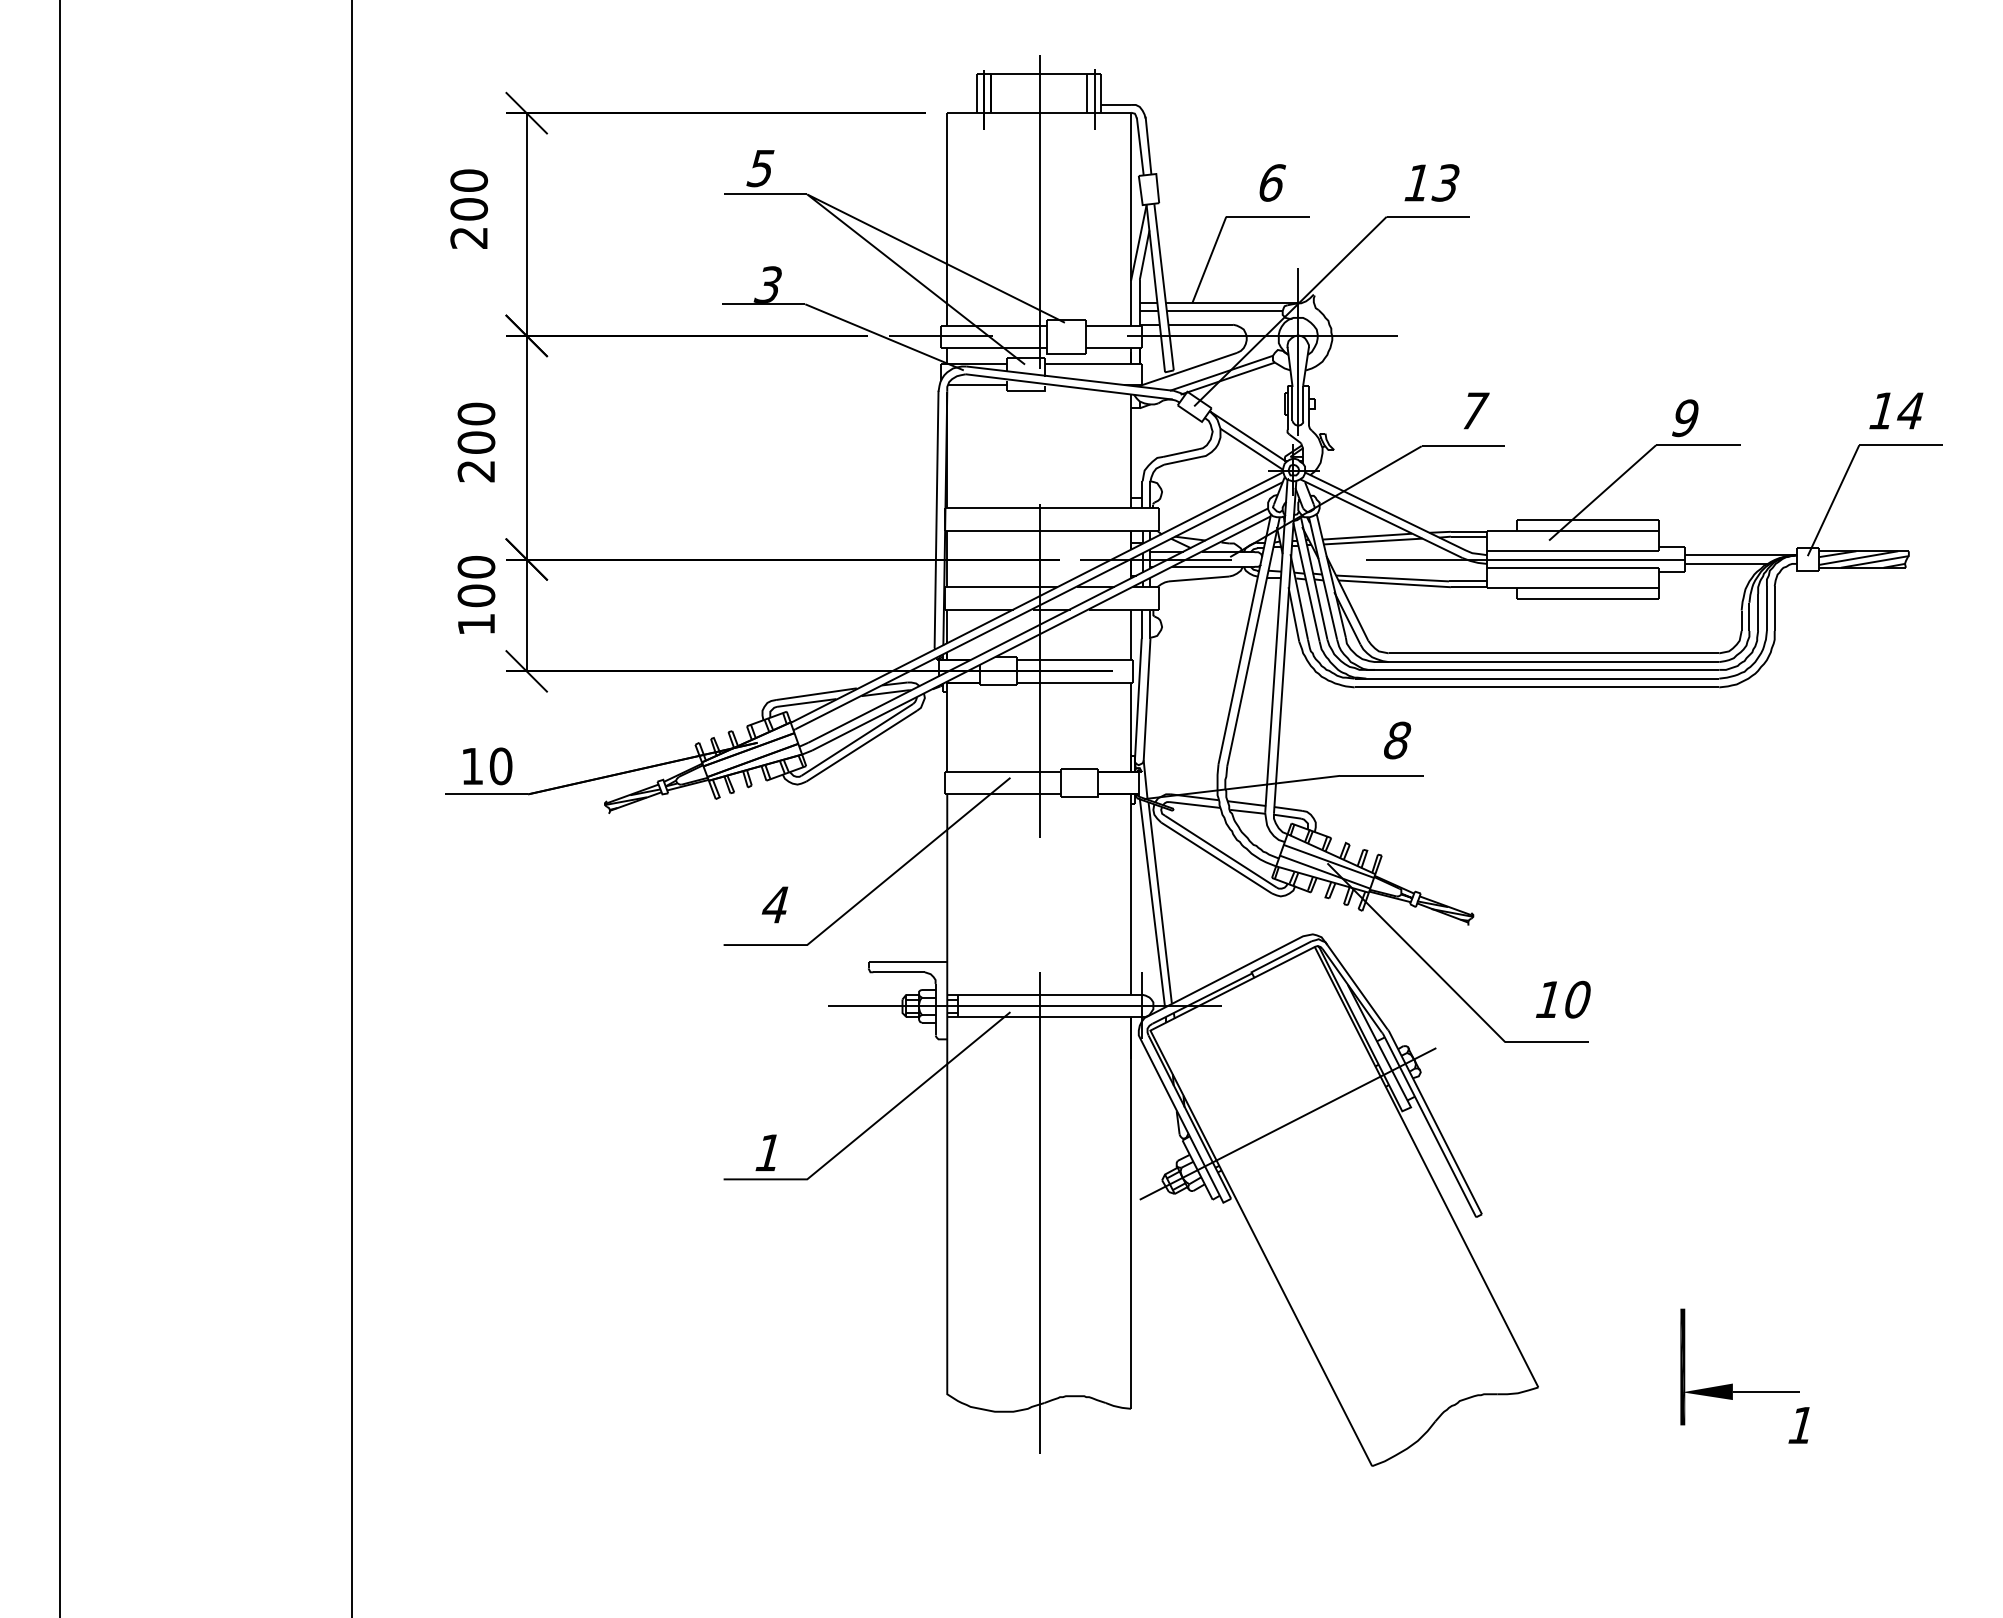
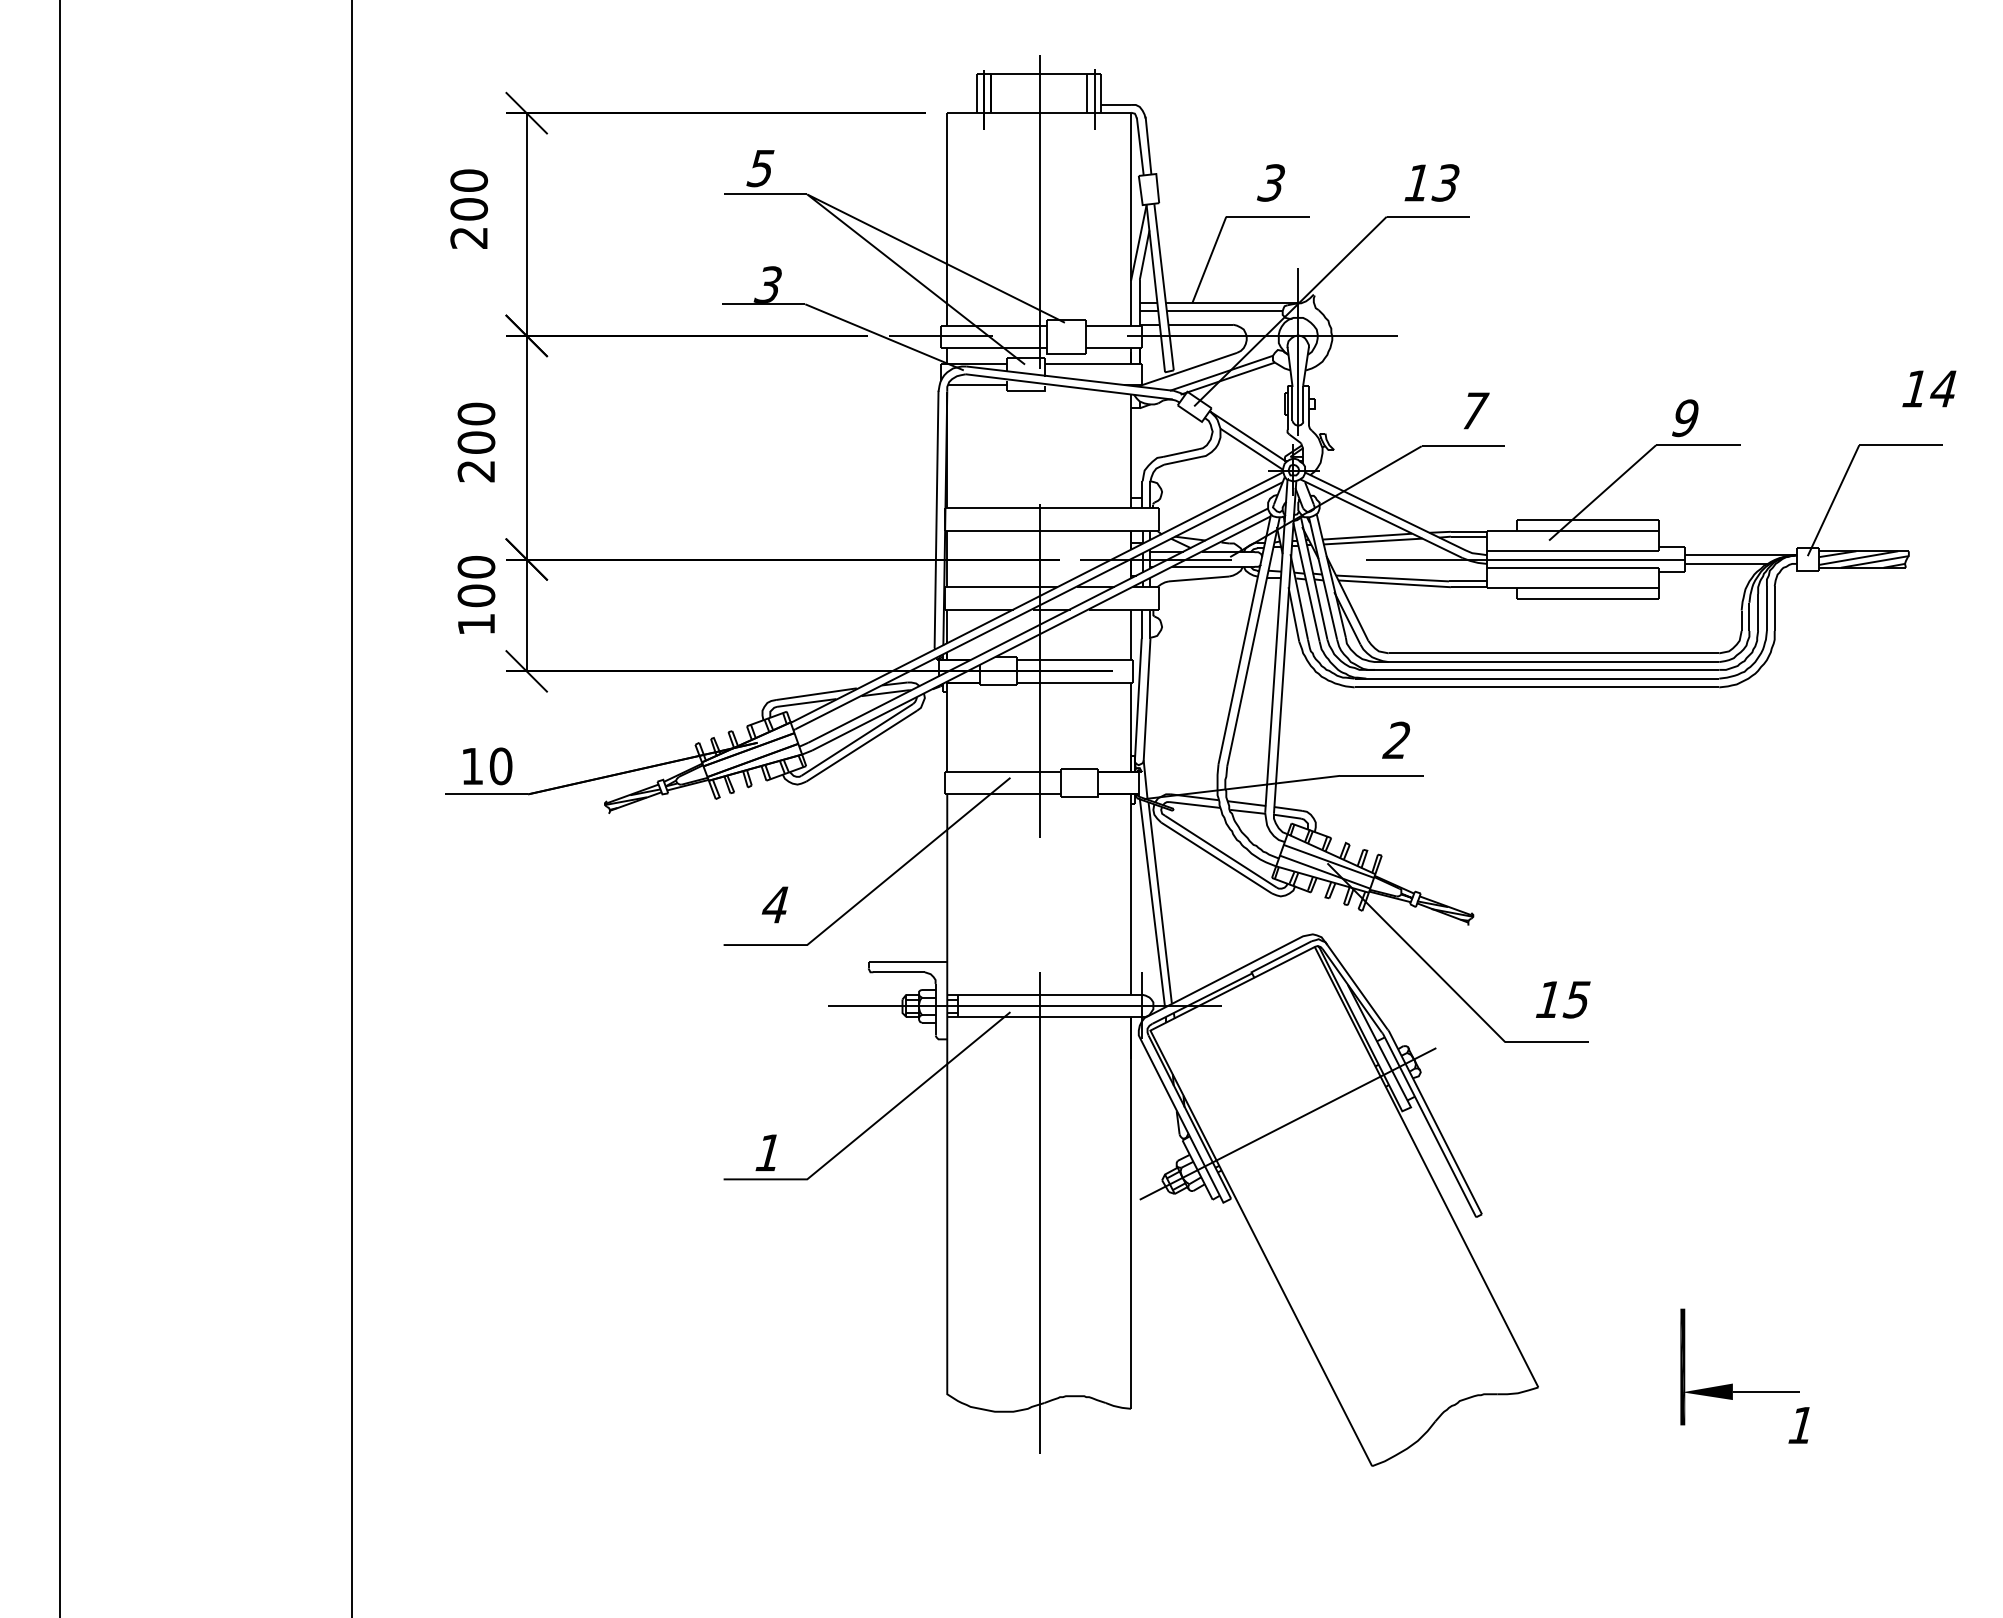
text at (1271, 182): 6 -> 3
text at (1896, 410) position: (1896, 410) -> (1929, 388)
text at (1396, 740): 8 -> 2
text at (1576, 999): 10 -> 15
